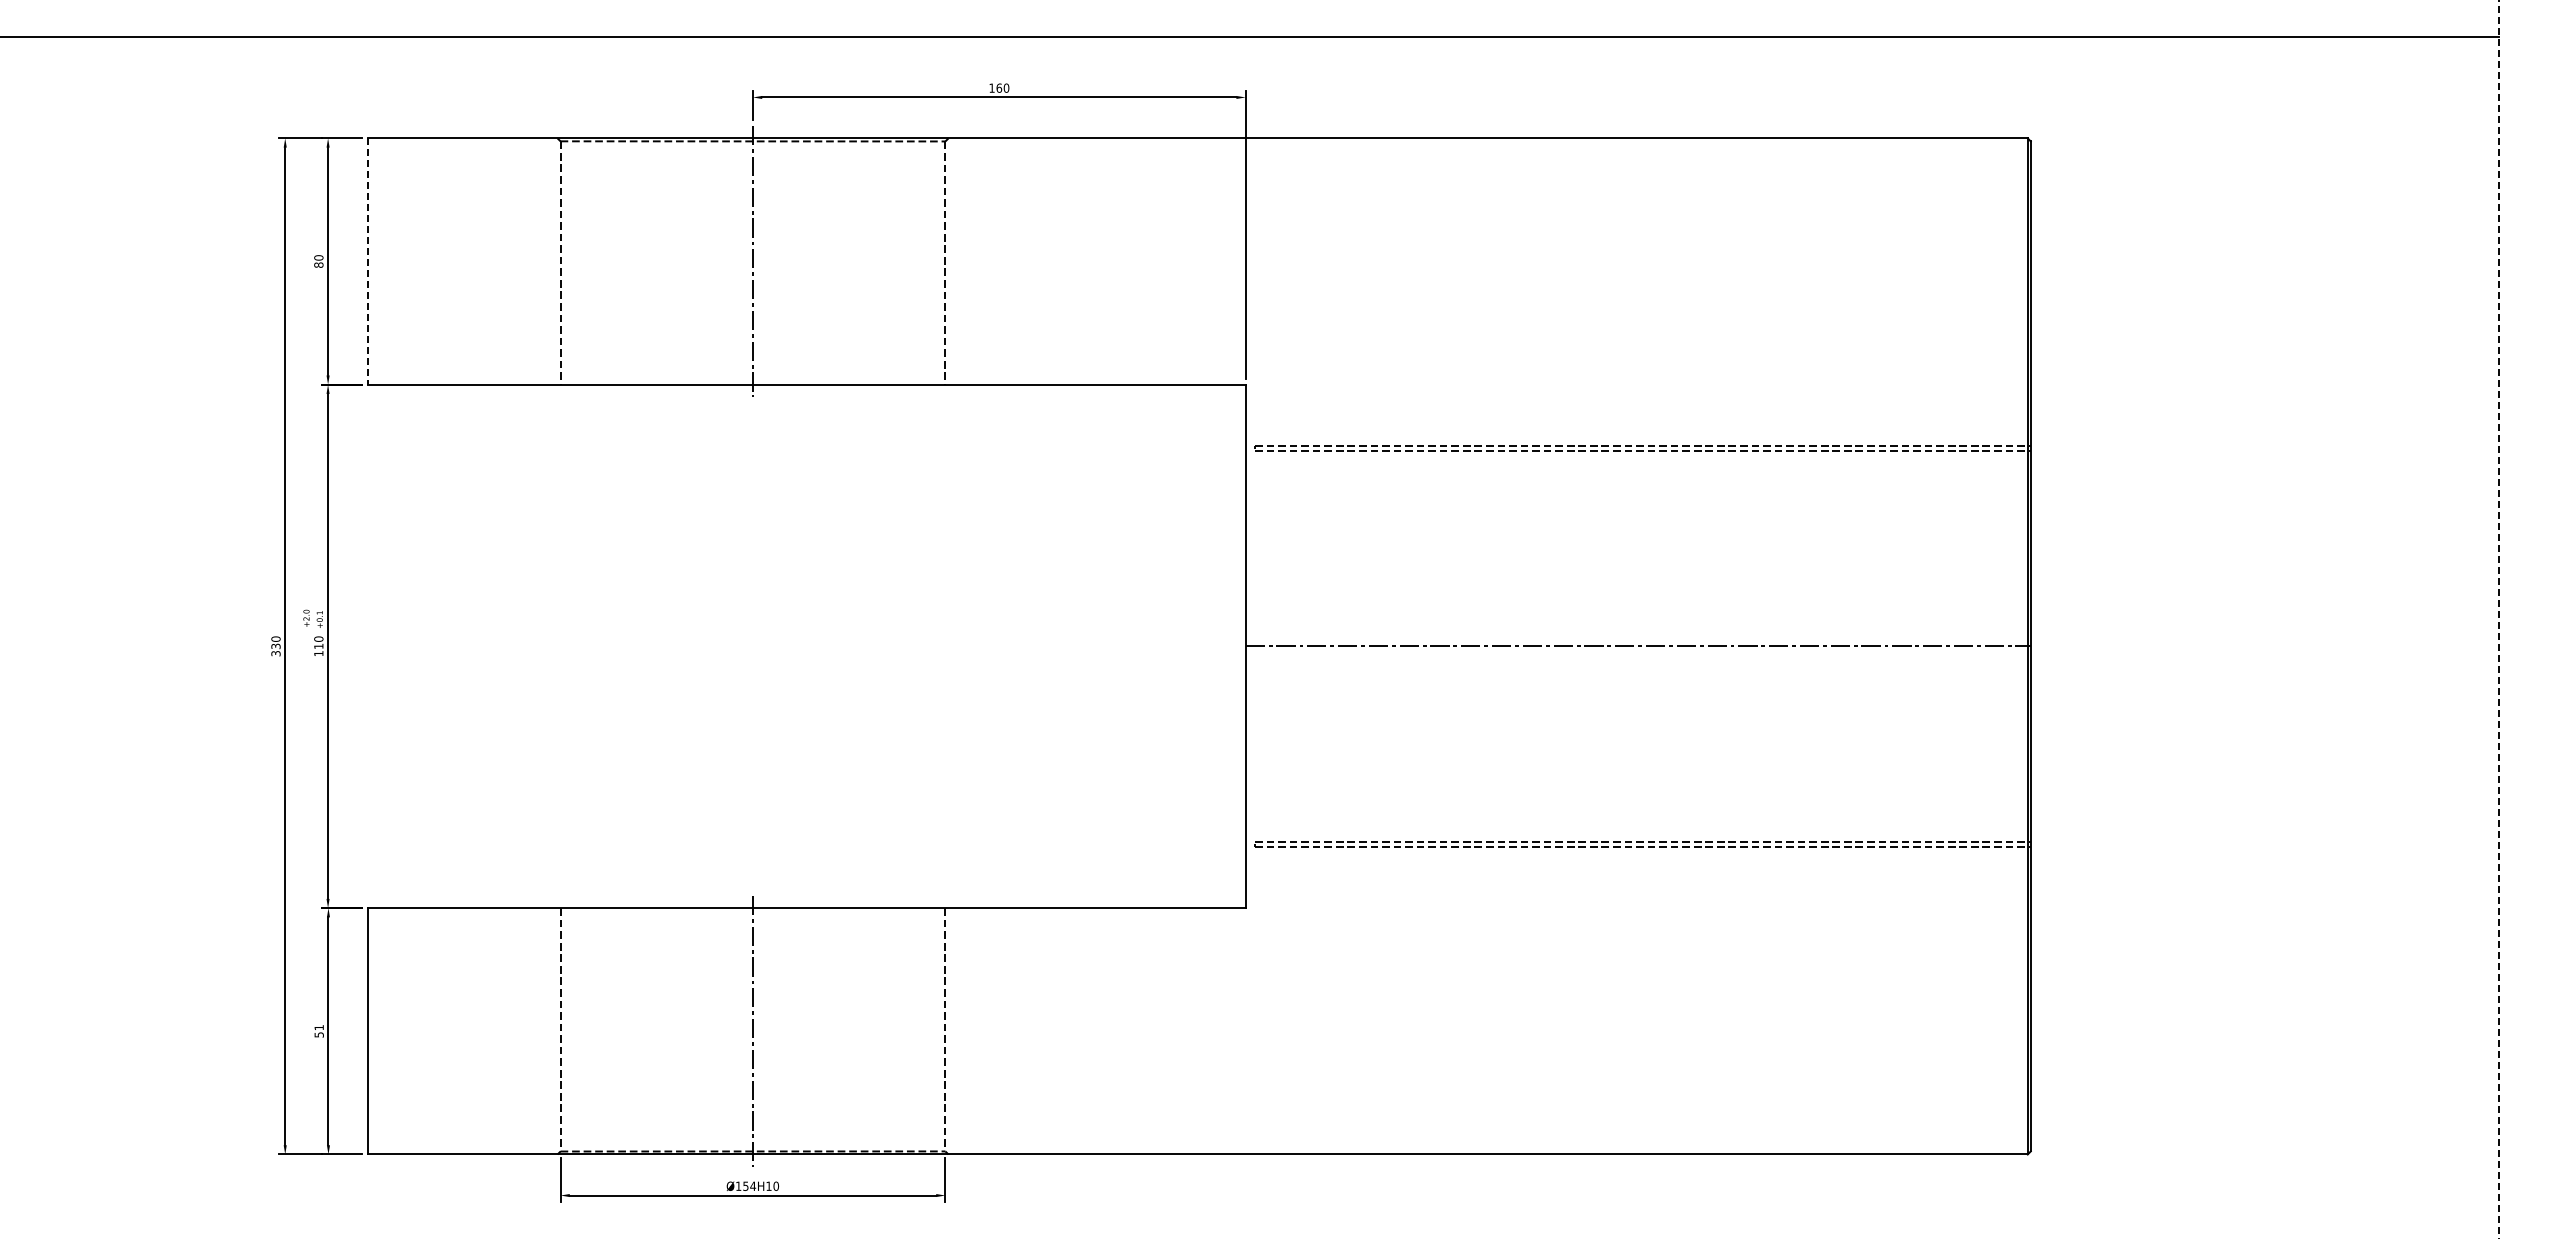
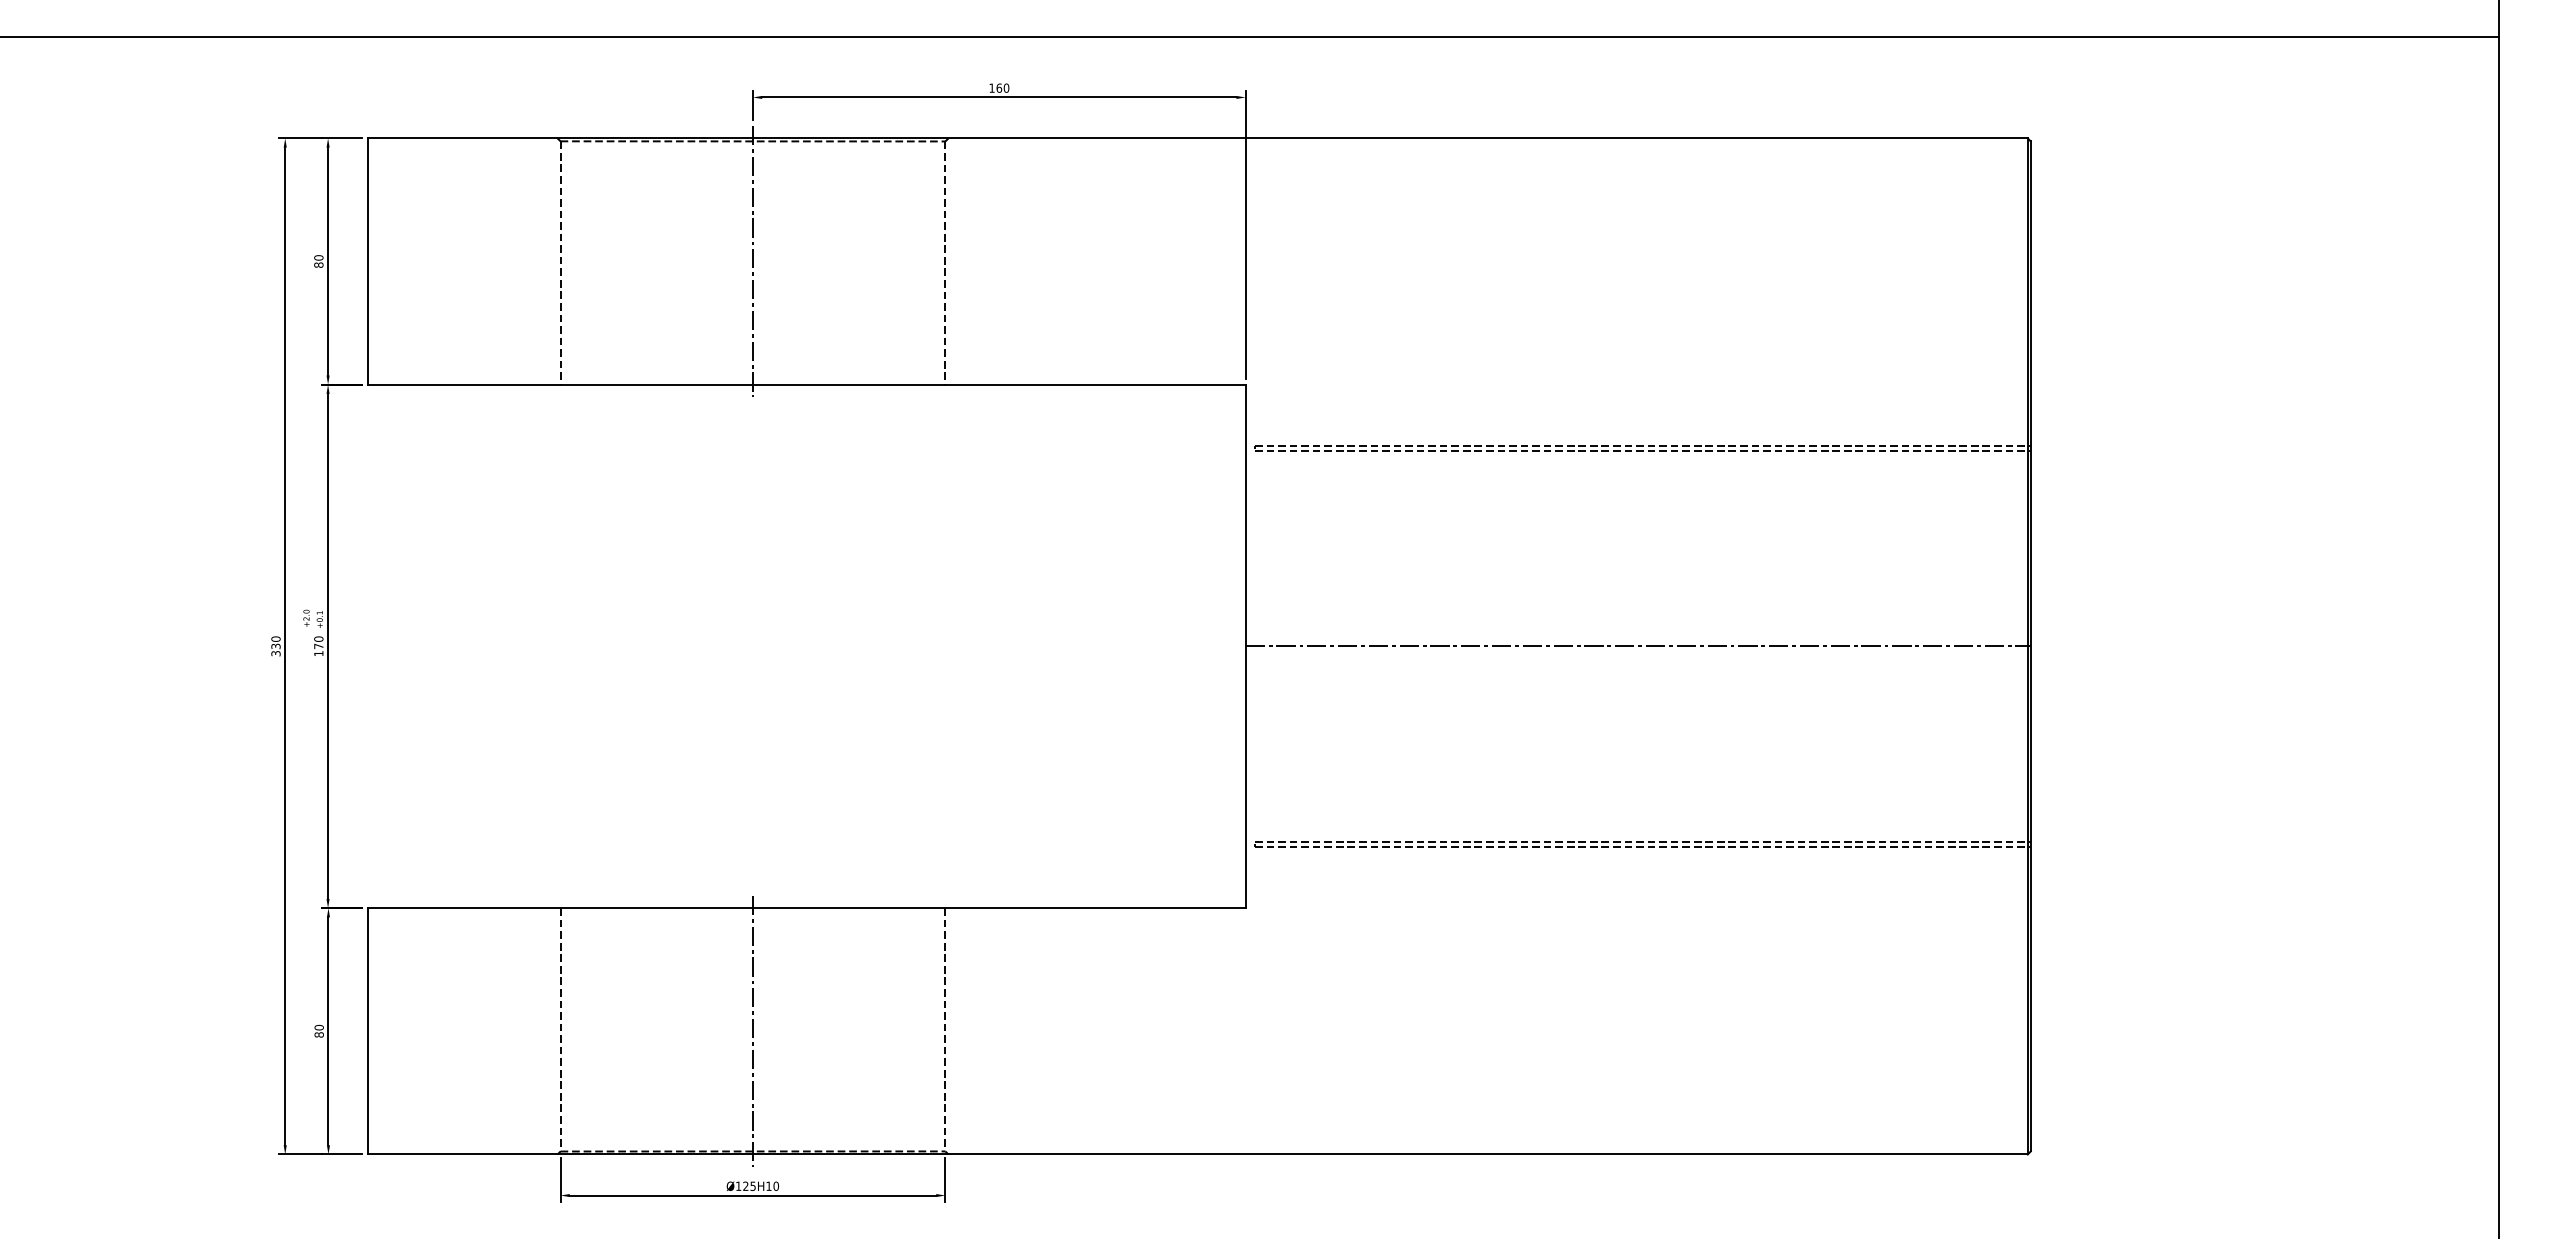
line at (368, 262): dashed -> solid
line at (2498, 619): dashed -> solid
text at (318, 646): 110 -> 170
text at (318, 1030): 51 -> 80
text at (749, 1185): Ø154H10 -> Ø125H10
